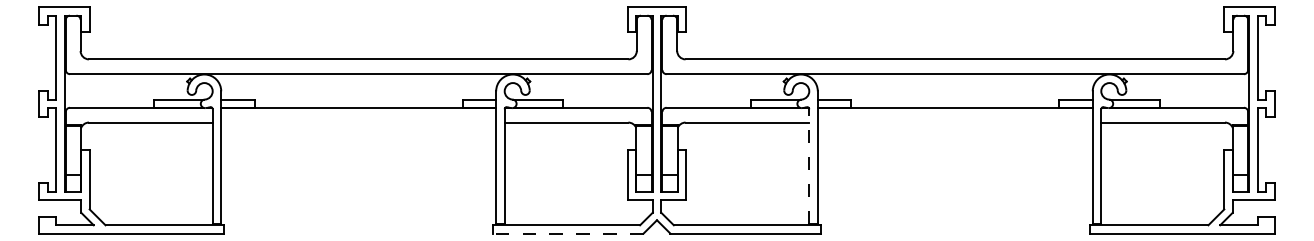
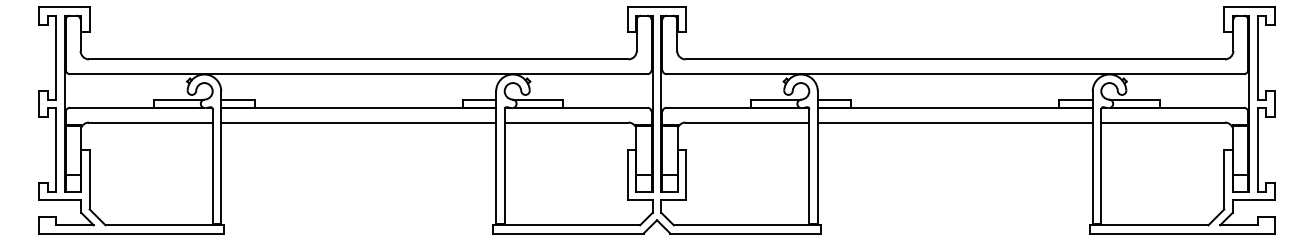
line at (358, 122): none -> present
line at (954, 122): none -> present
line at (809, 166): dashed -> solid
line at (567, 233): dashed -> solid
